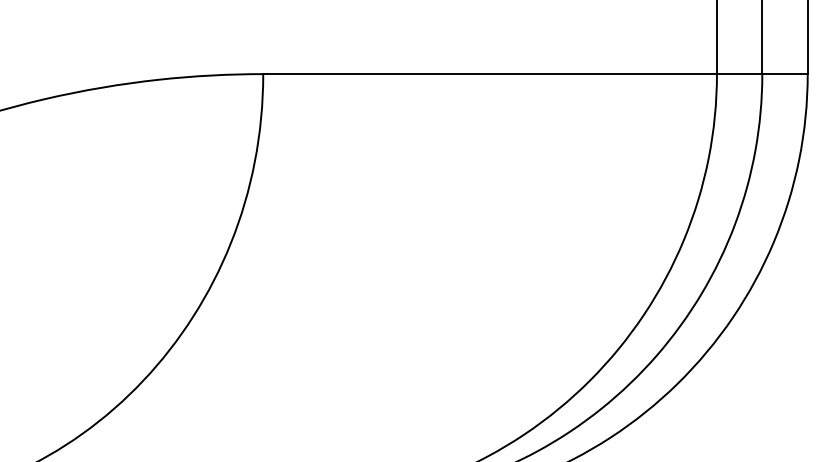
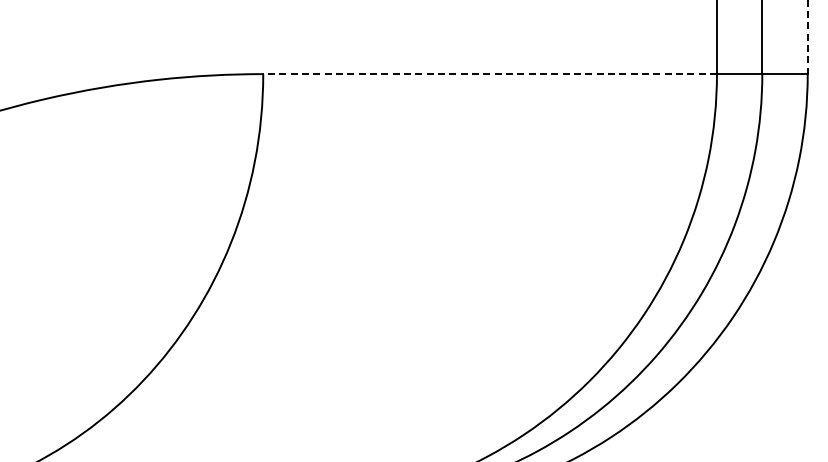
line at (807, 37): solid -> dashed
line at (490, 74): solid -> dashed
